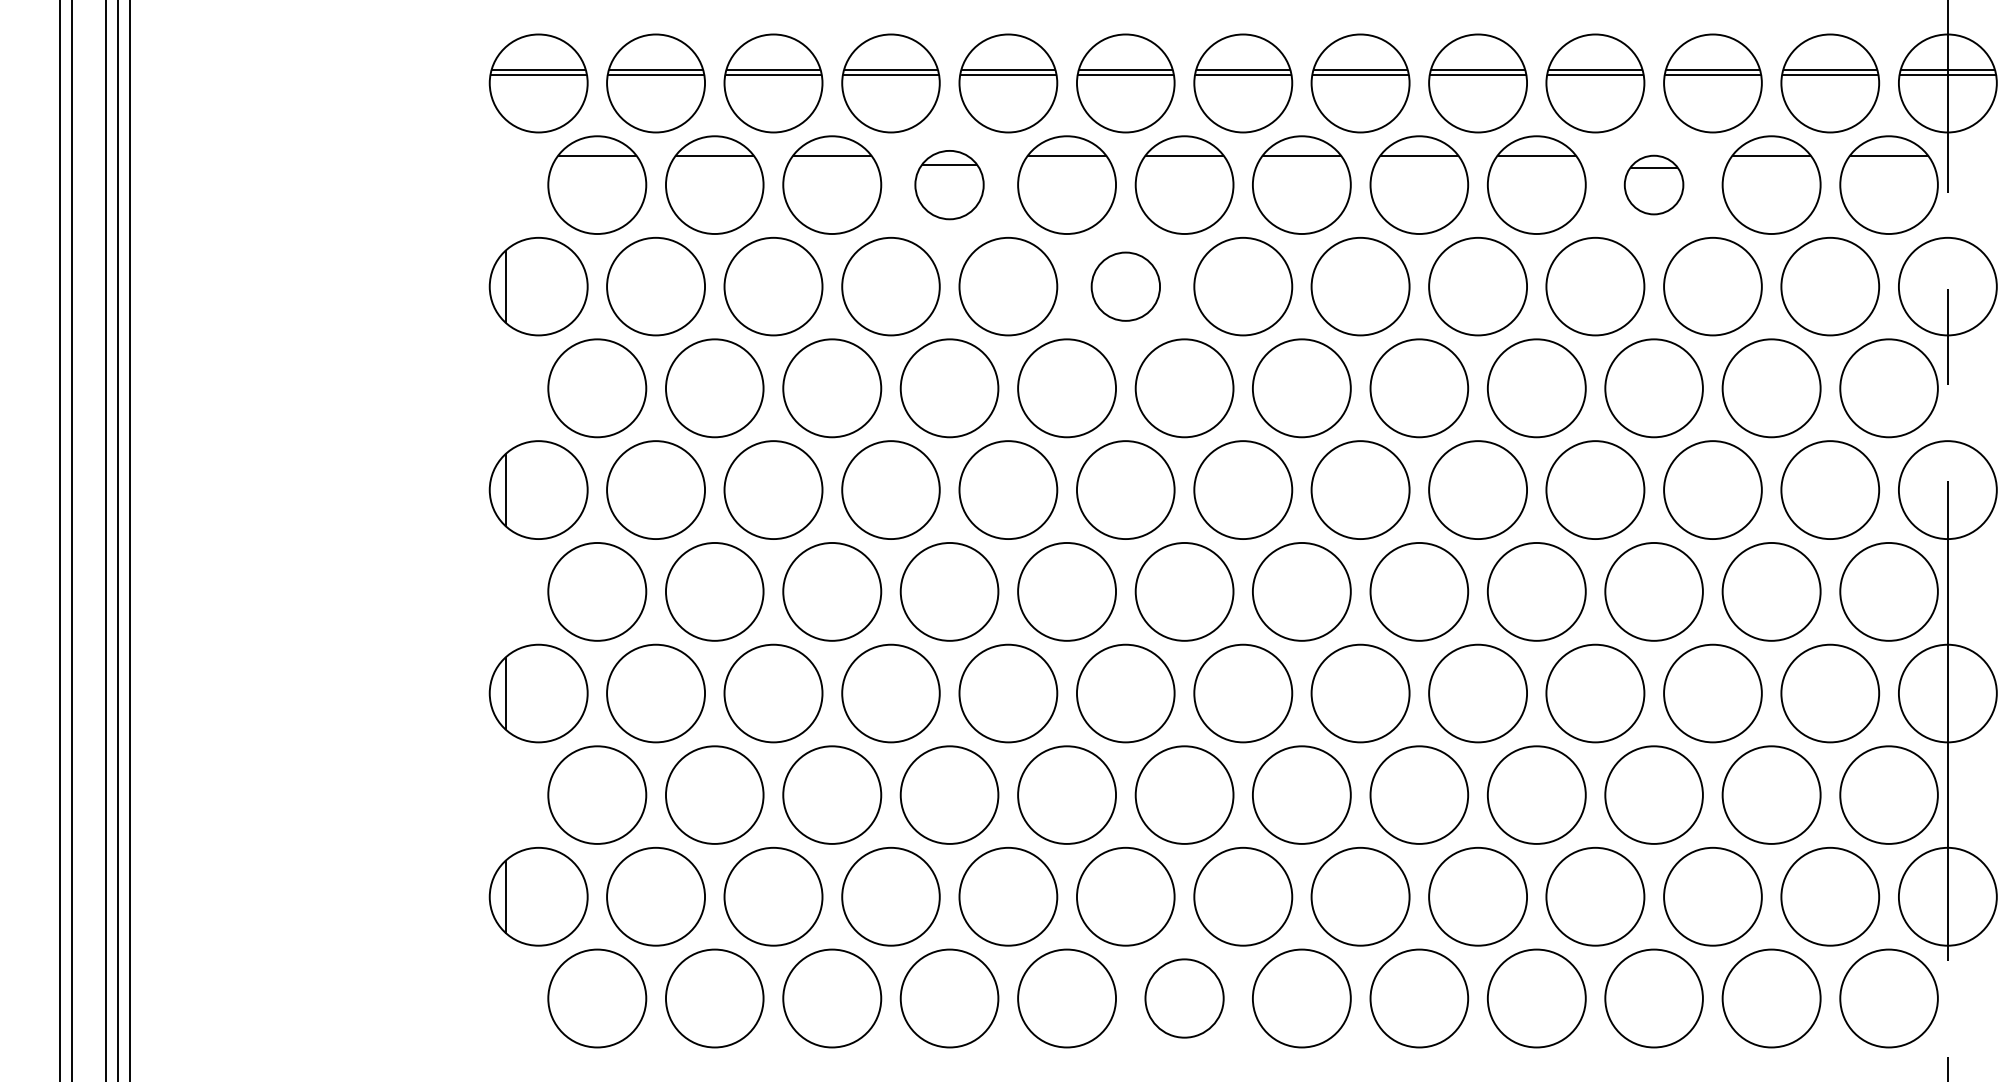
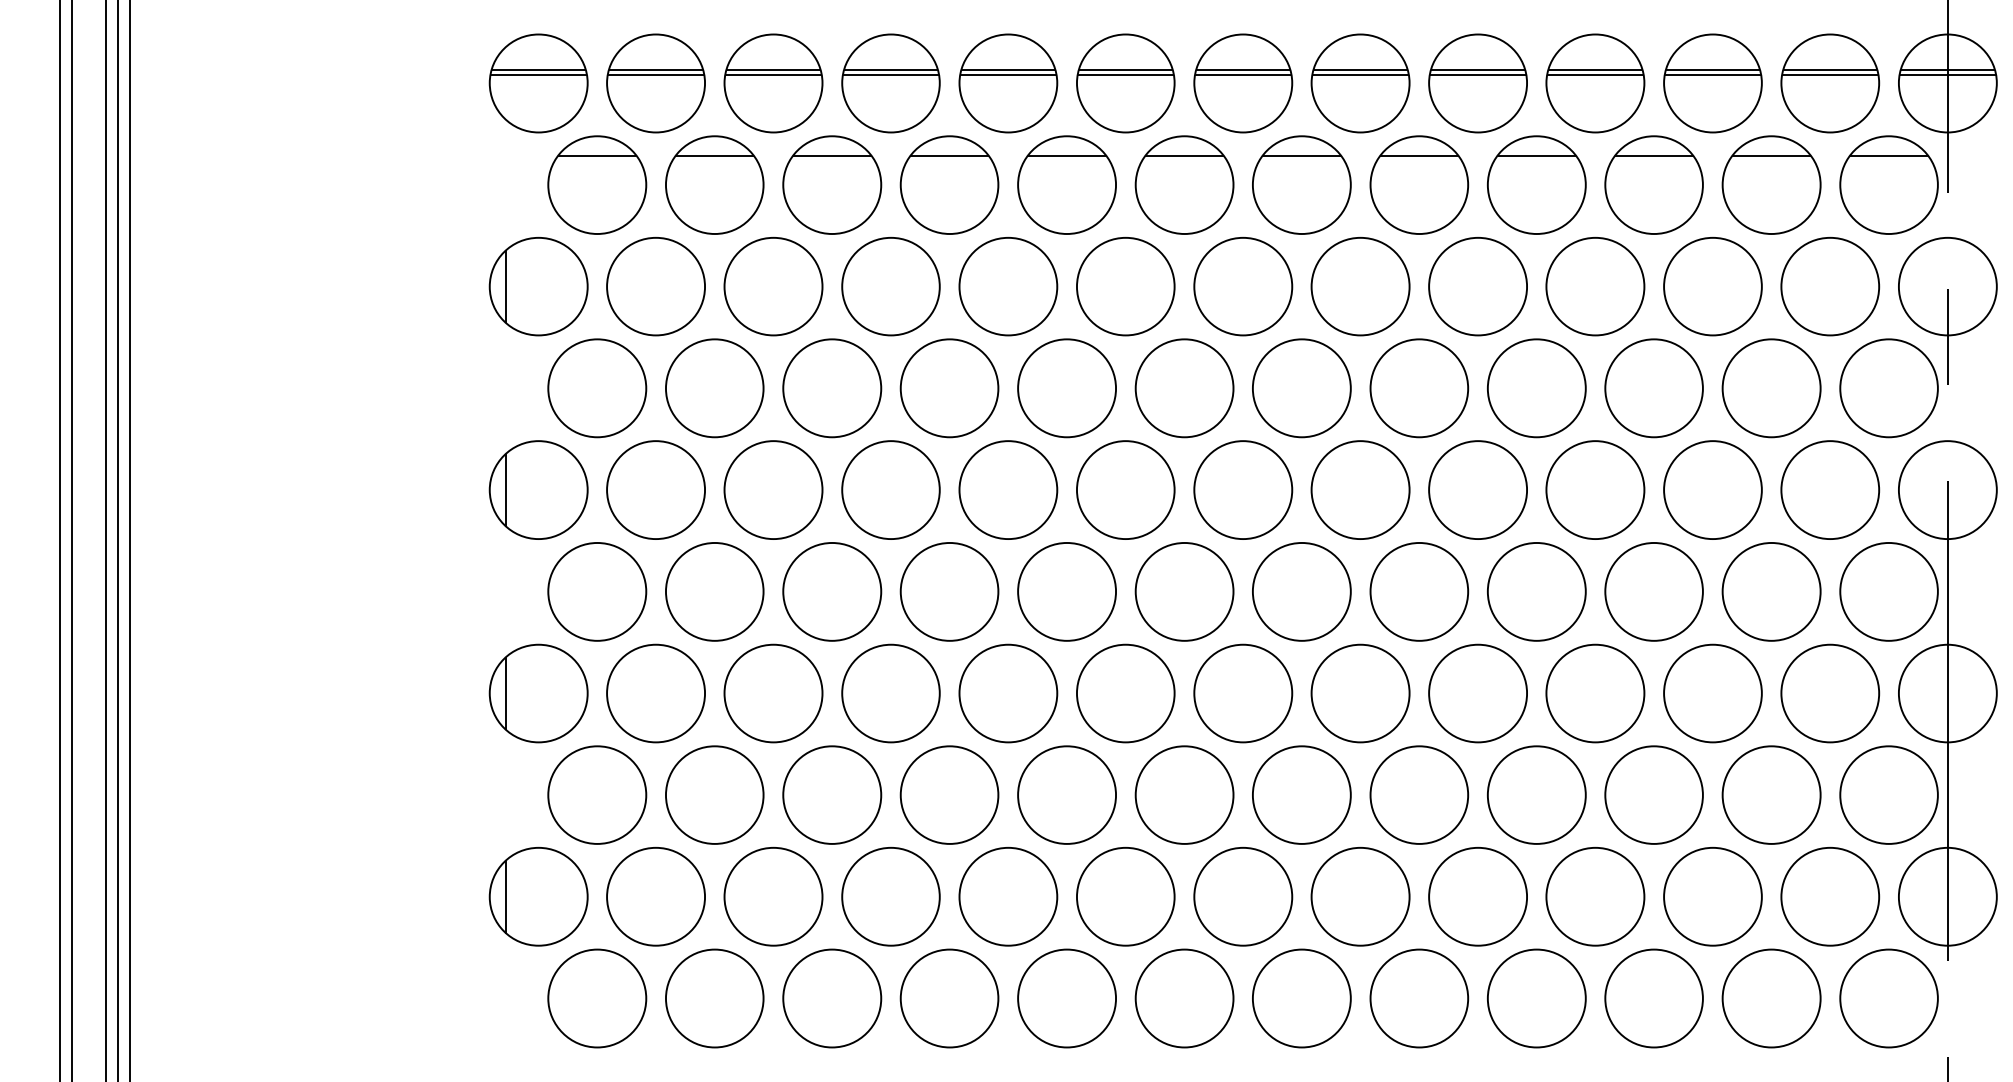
part at (1653, 184) size: 62x62 px -> 100x100 px
part at (949, 185) size: 71x71 px -> 101x100 px
part at (1125, 286) size: 71x71 px -> 100x100 px
part at (1184, 998) size: 81x81 px -> 101x101 px
